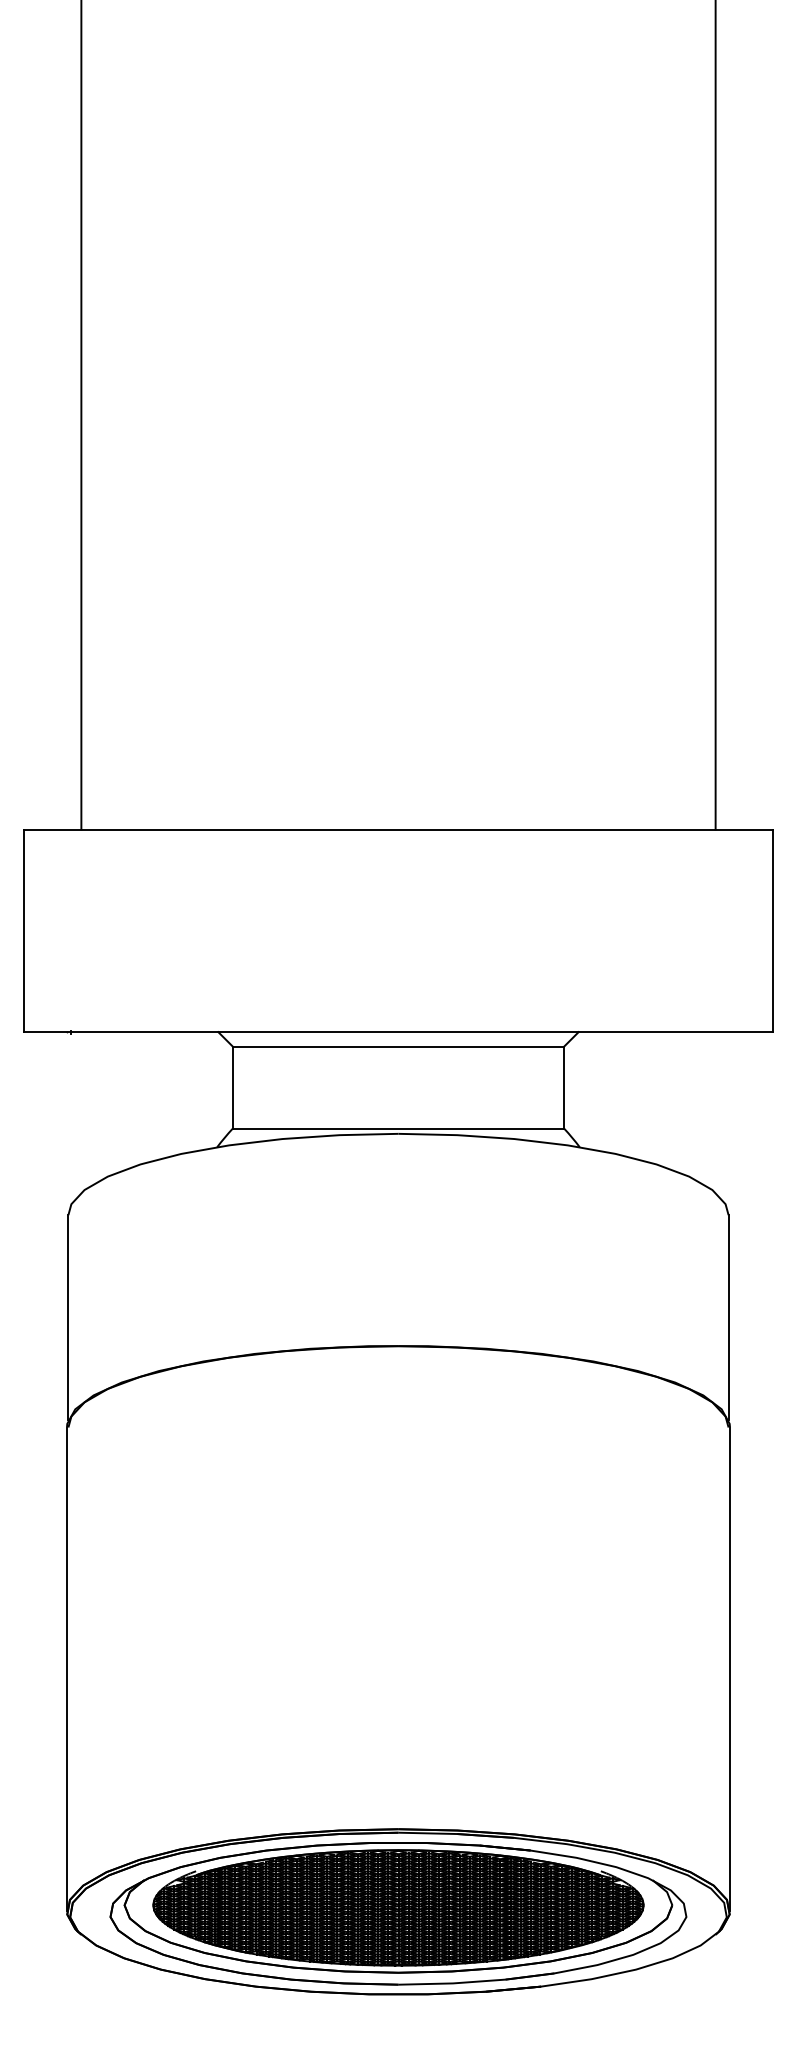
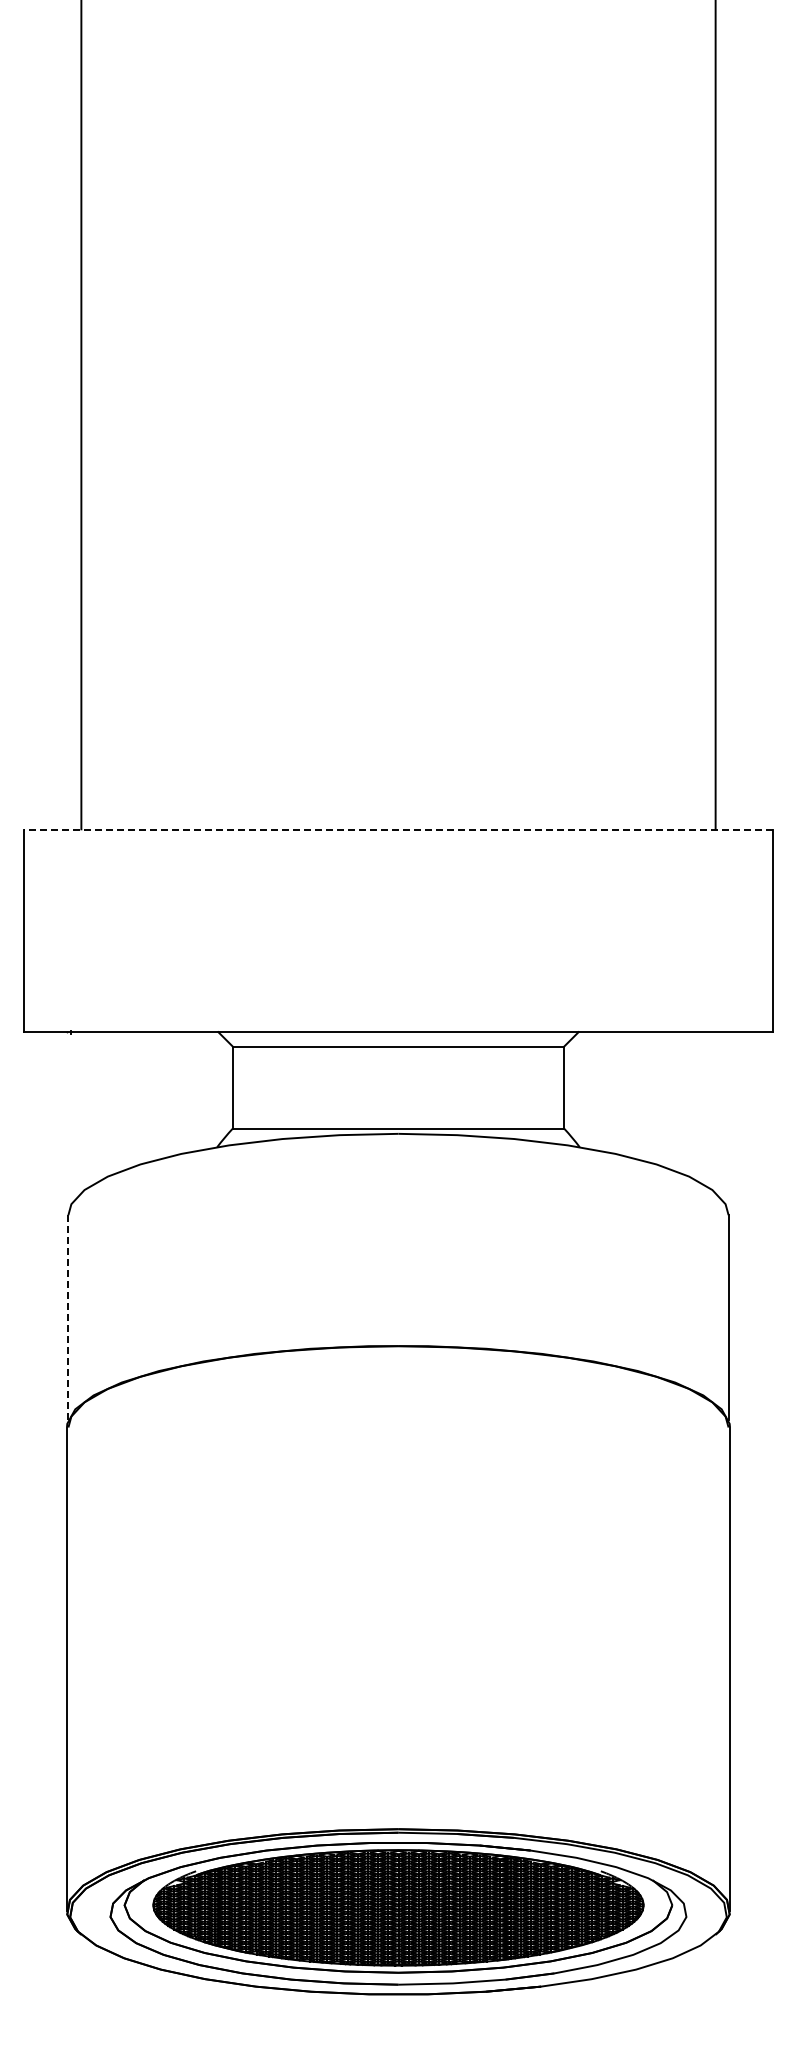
line at (398, 830): solid -> dashed
line at (68, 1318): solid -> dashed
